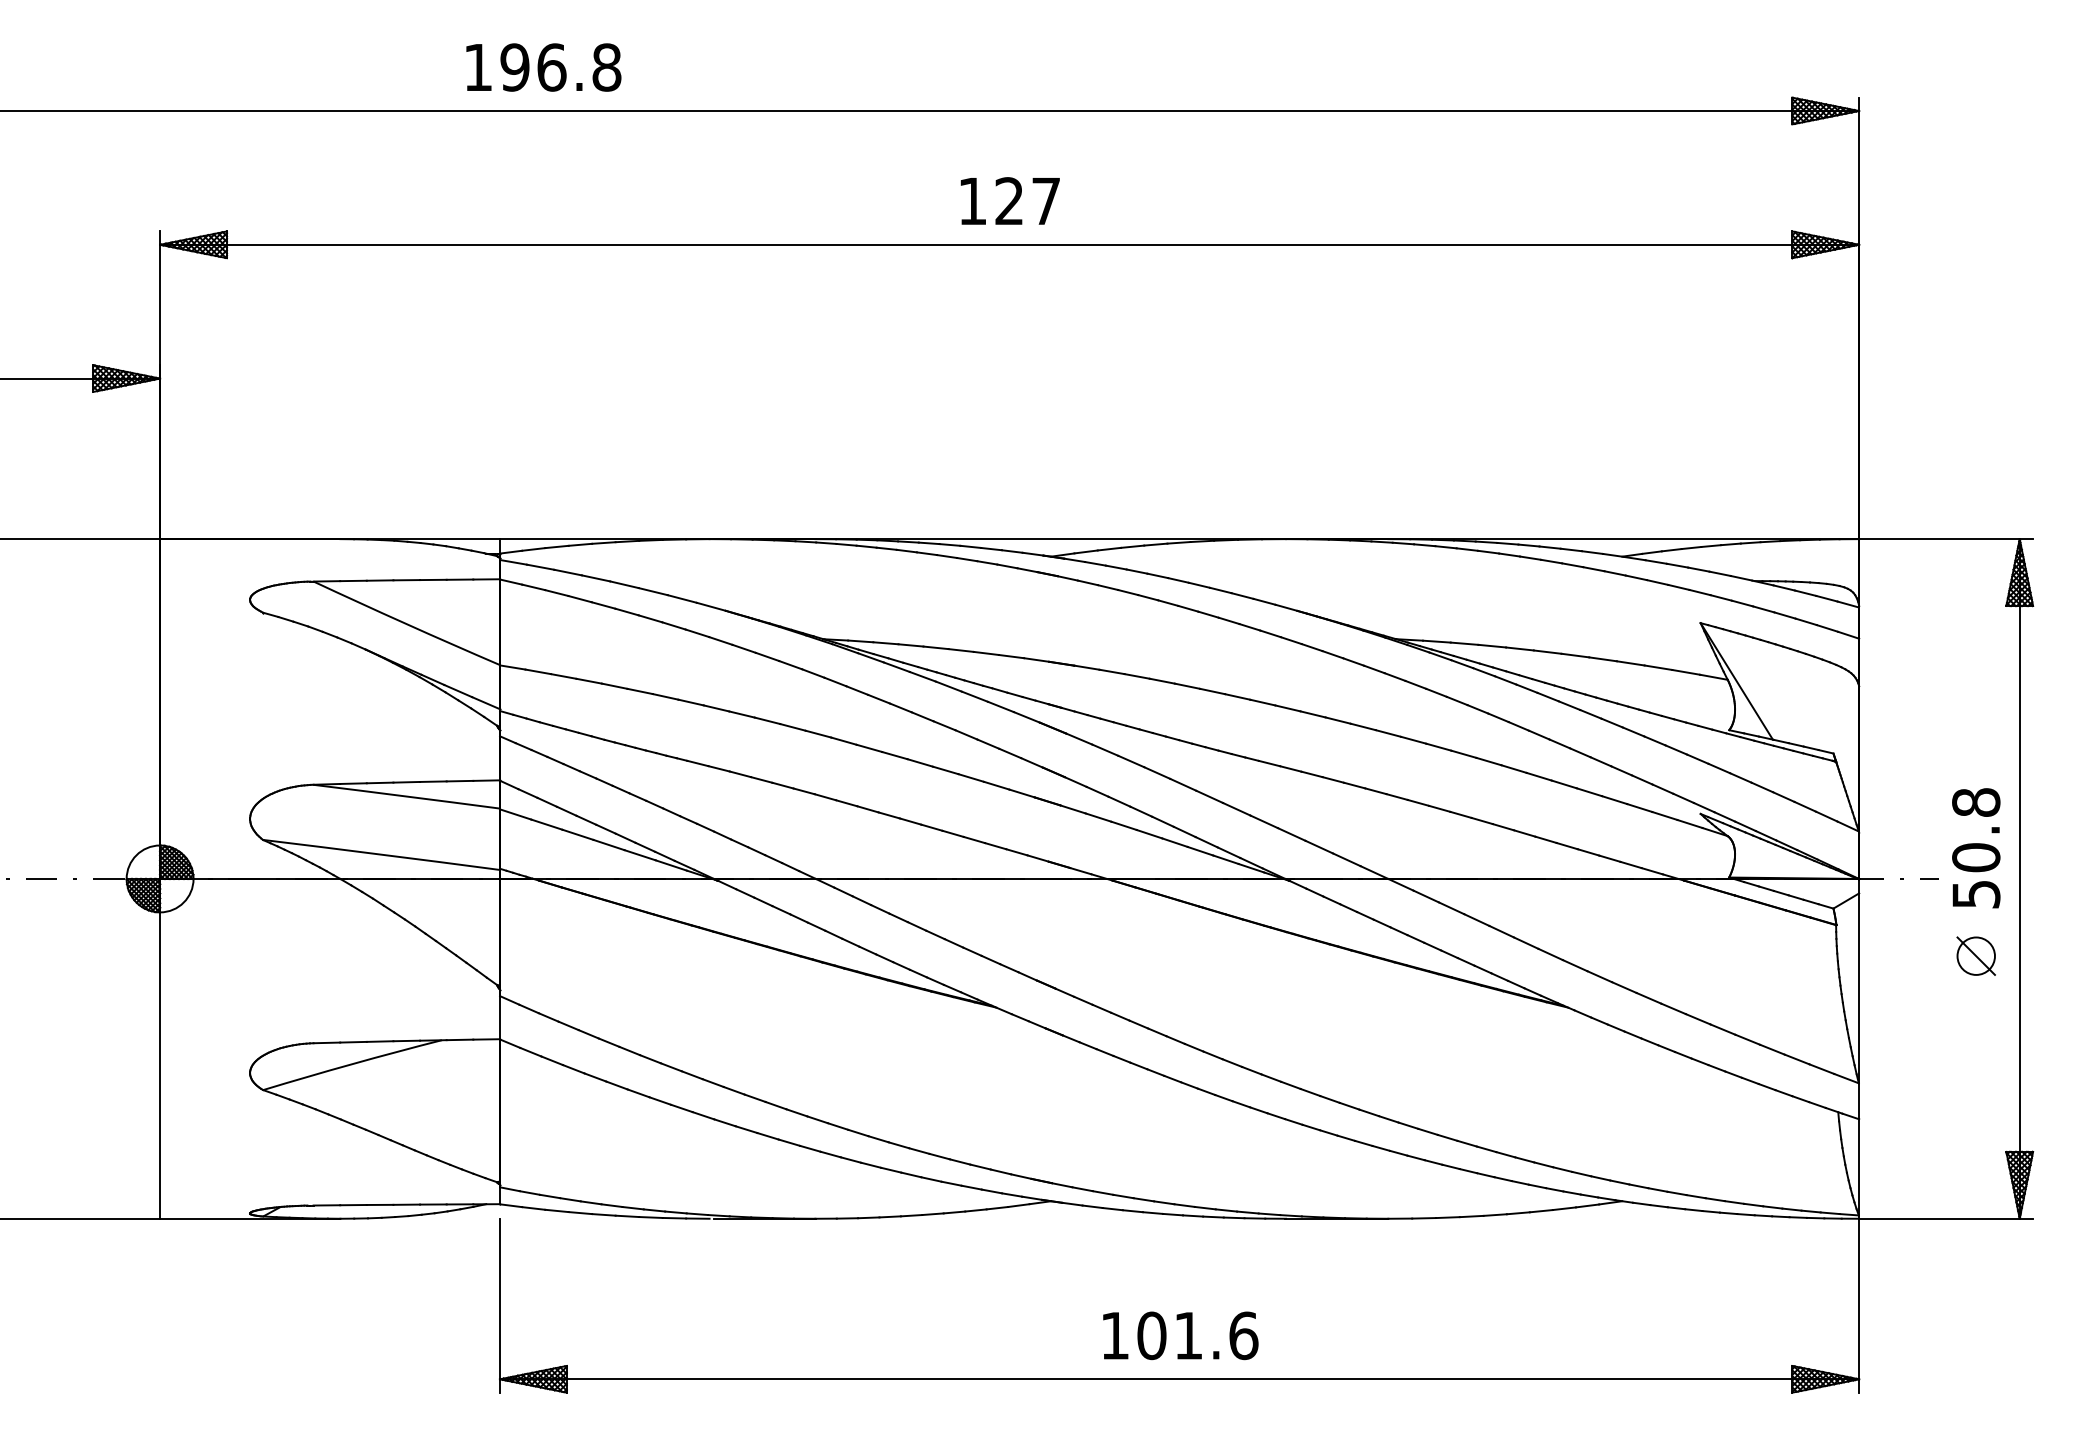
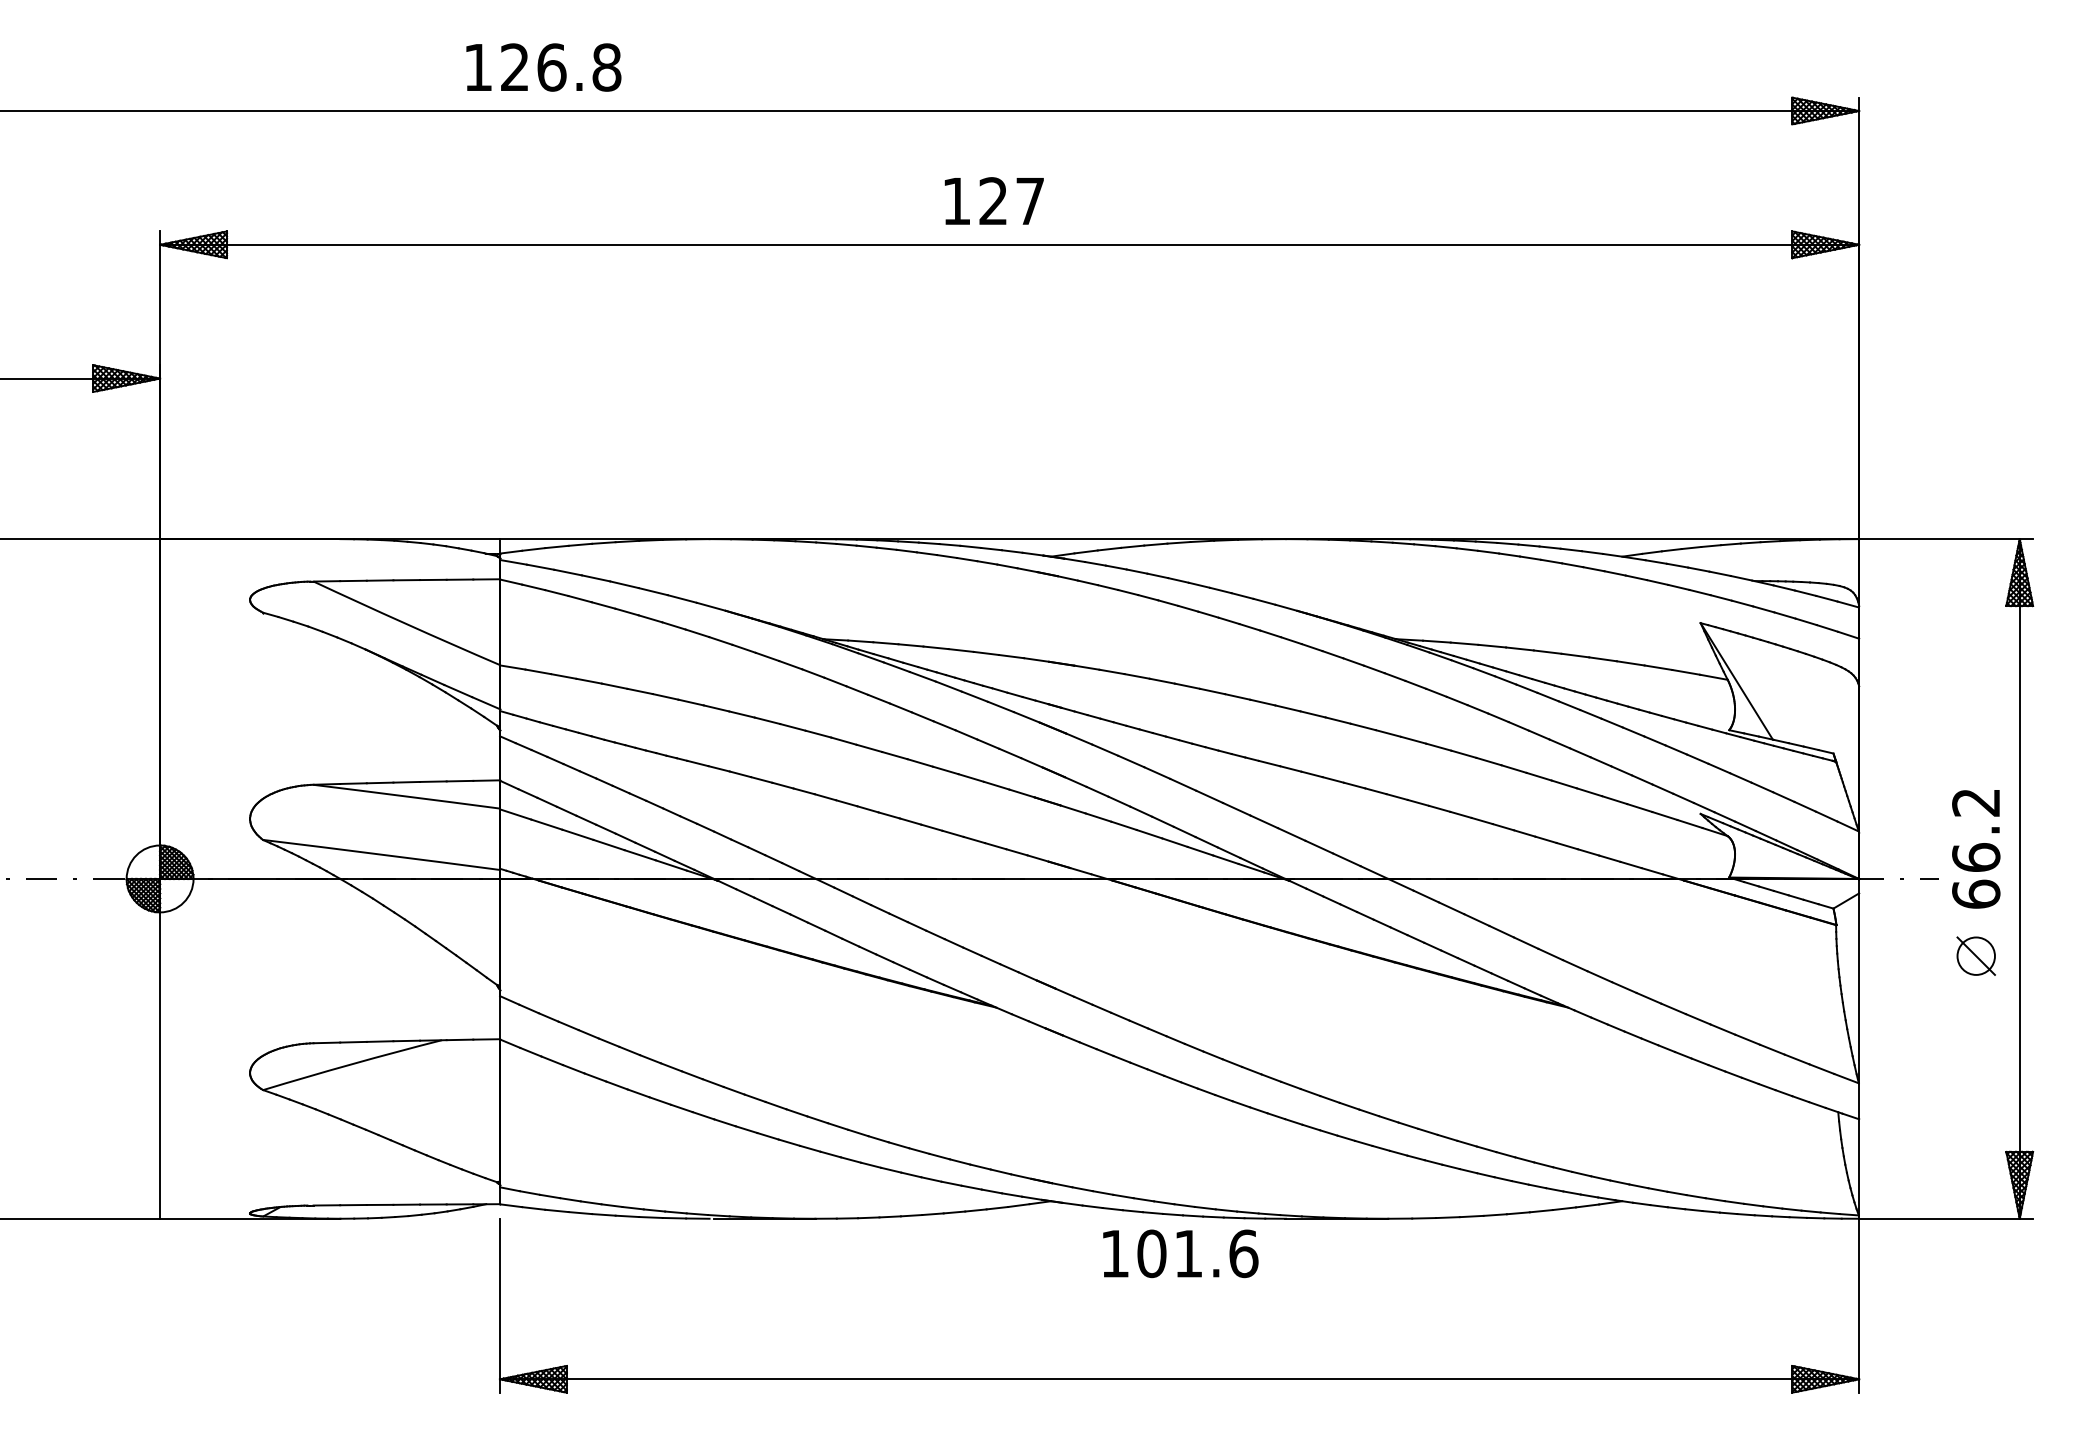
text at (514, 67): 196.8 -> 126.8
text at (1009, 200) position: (1009, 200) -> (993, 200)
text at (1976, 848): 50.8 -> 66.2
text at (1180, 1335) position: (1180, 1335) -> (1180, 1253)
